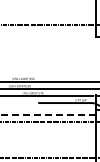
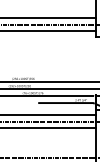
line at (48, 18): none -> present
line at (48, 31): none -> present
line at (47, 115): dashed -> solid
line at (48, 128): none -> present
